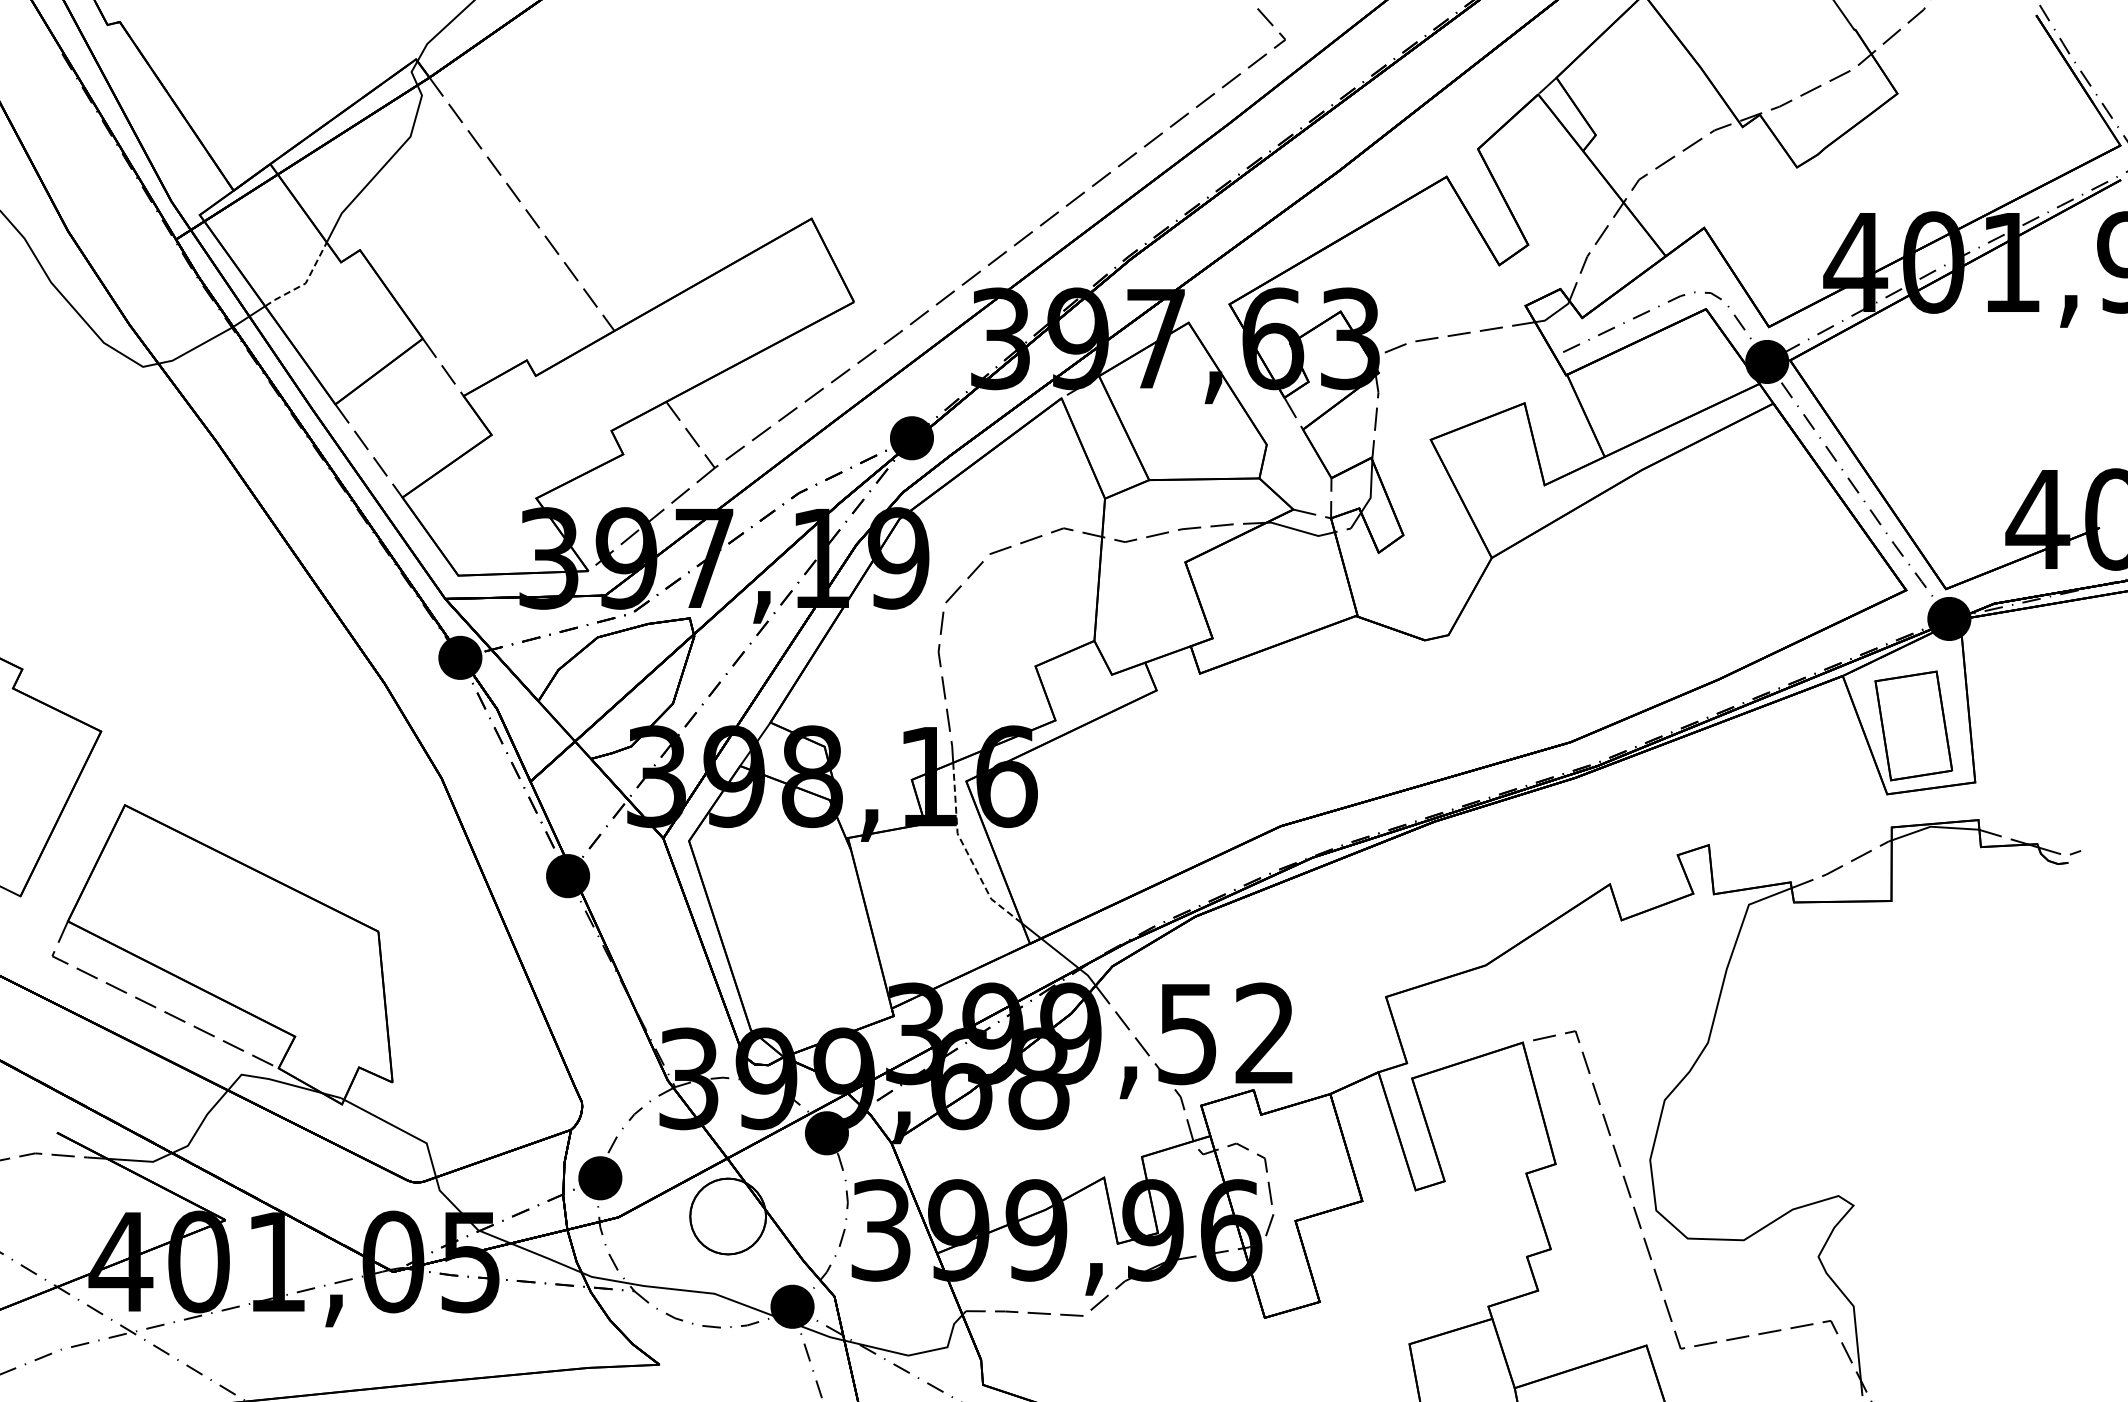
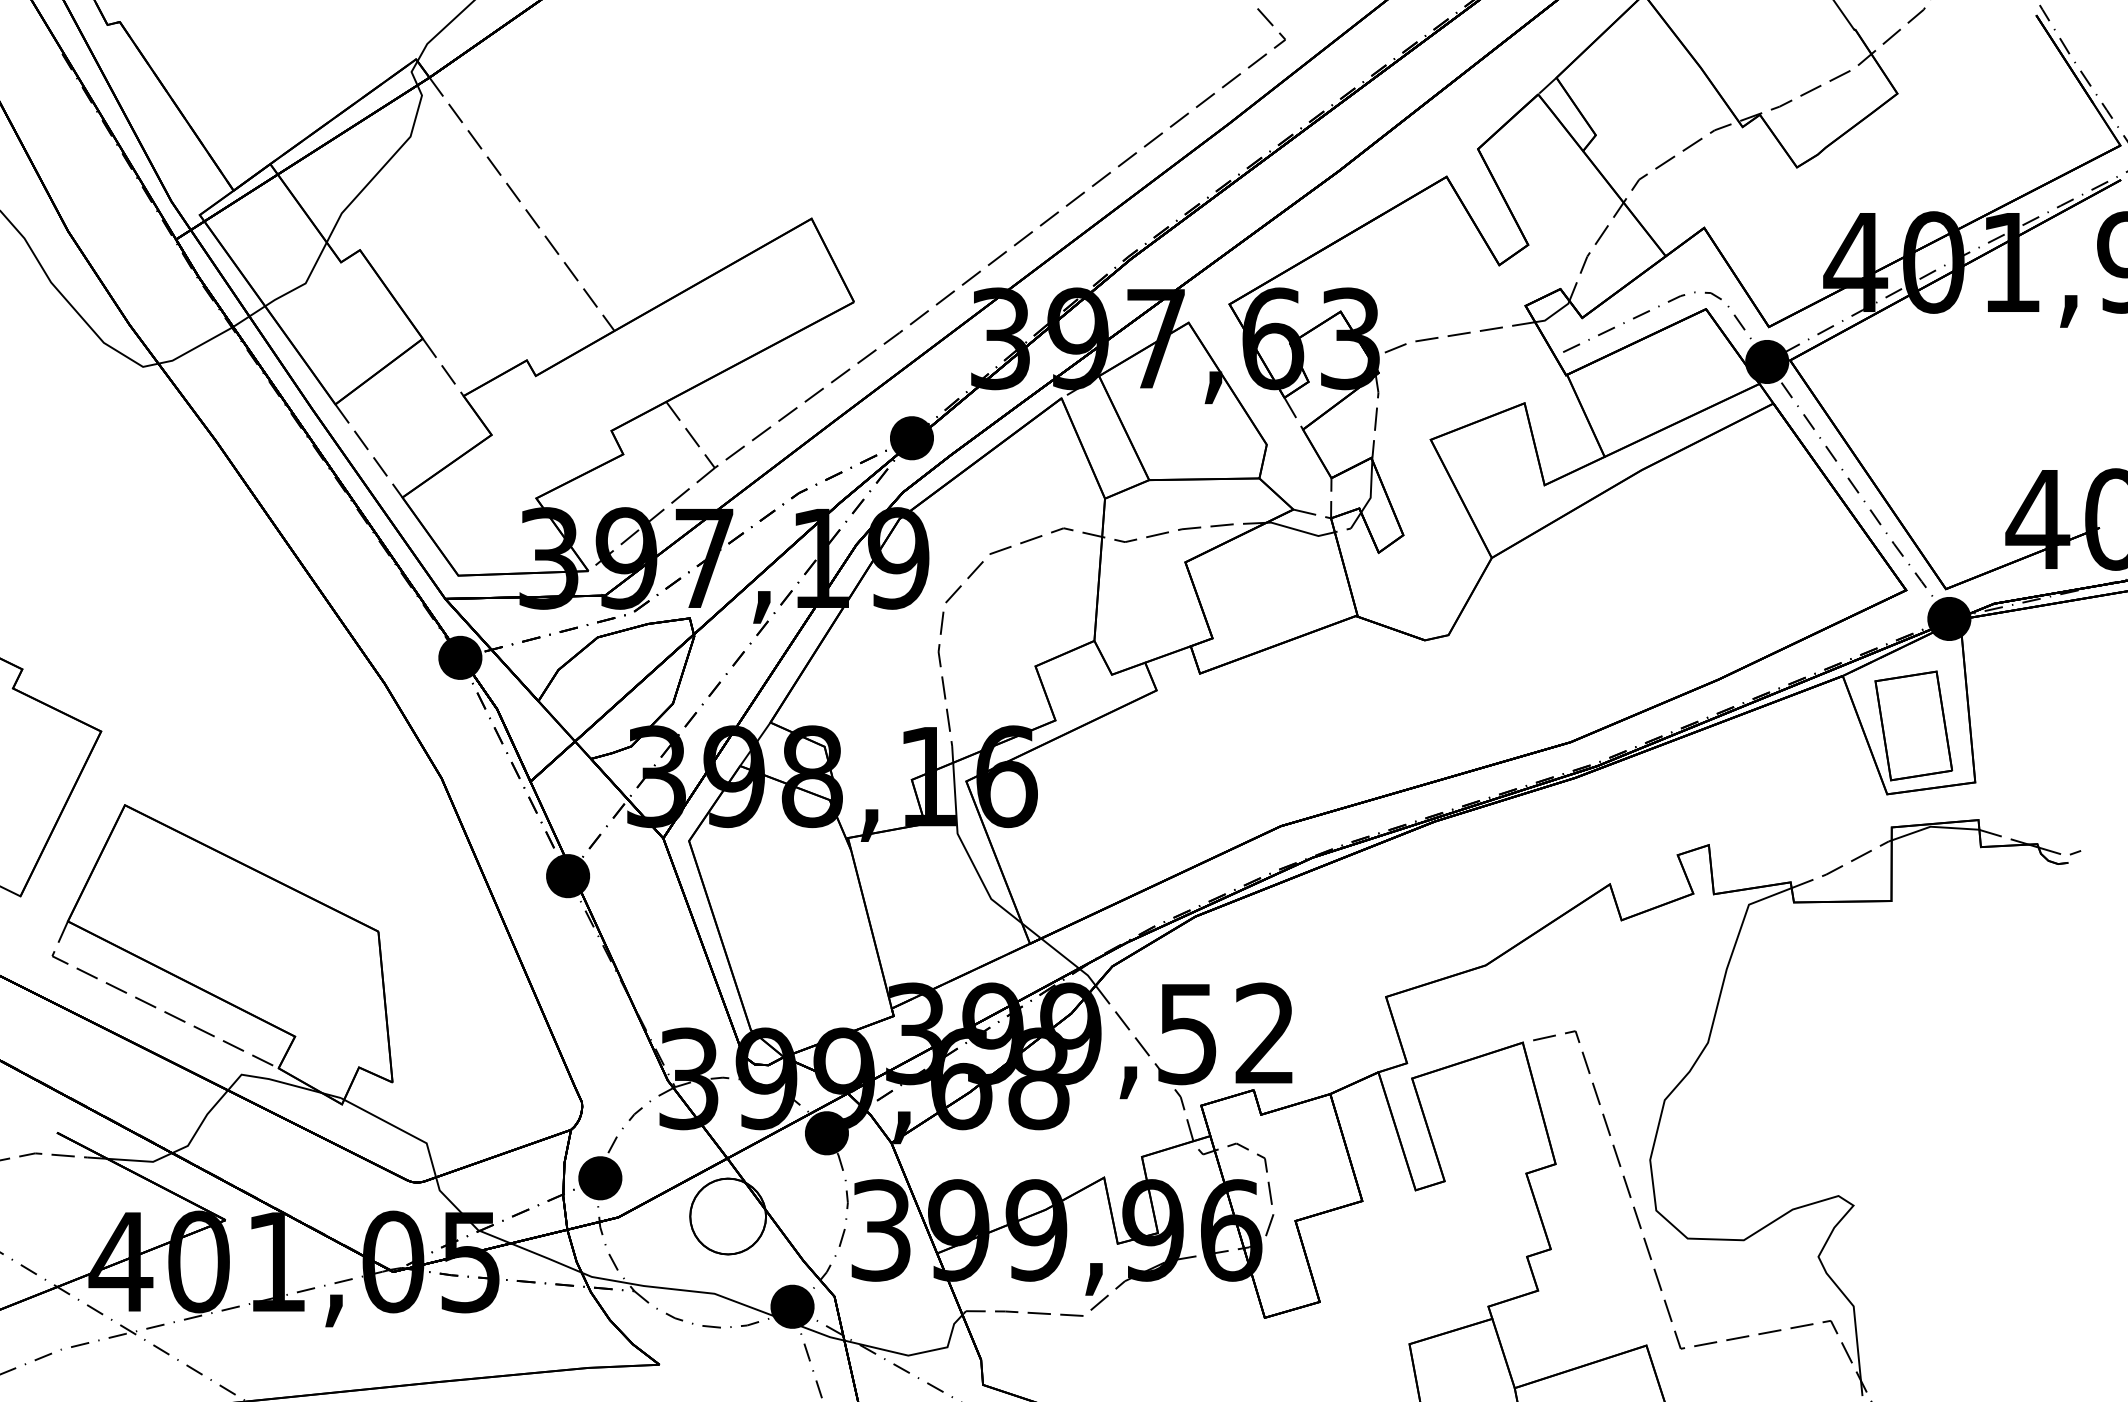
line at (305, 283): dashed -> solid
line at (967, 852): dashed -> solid
